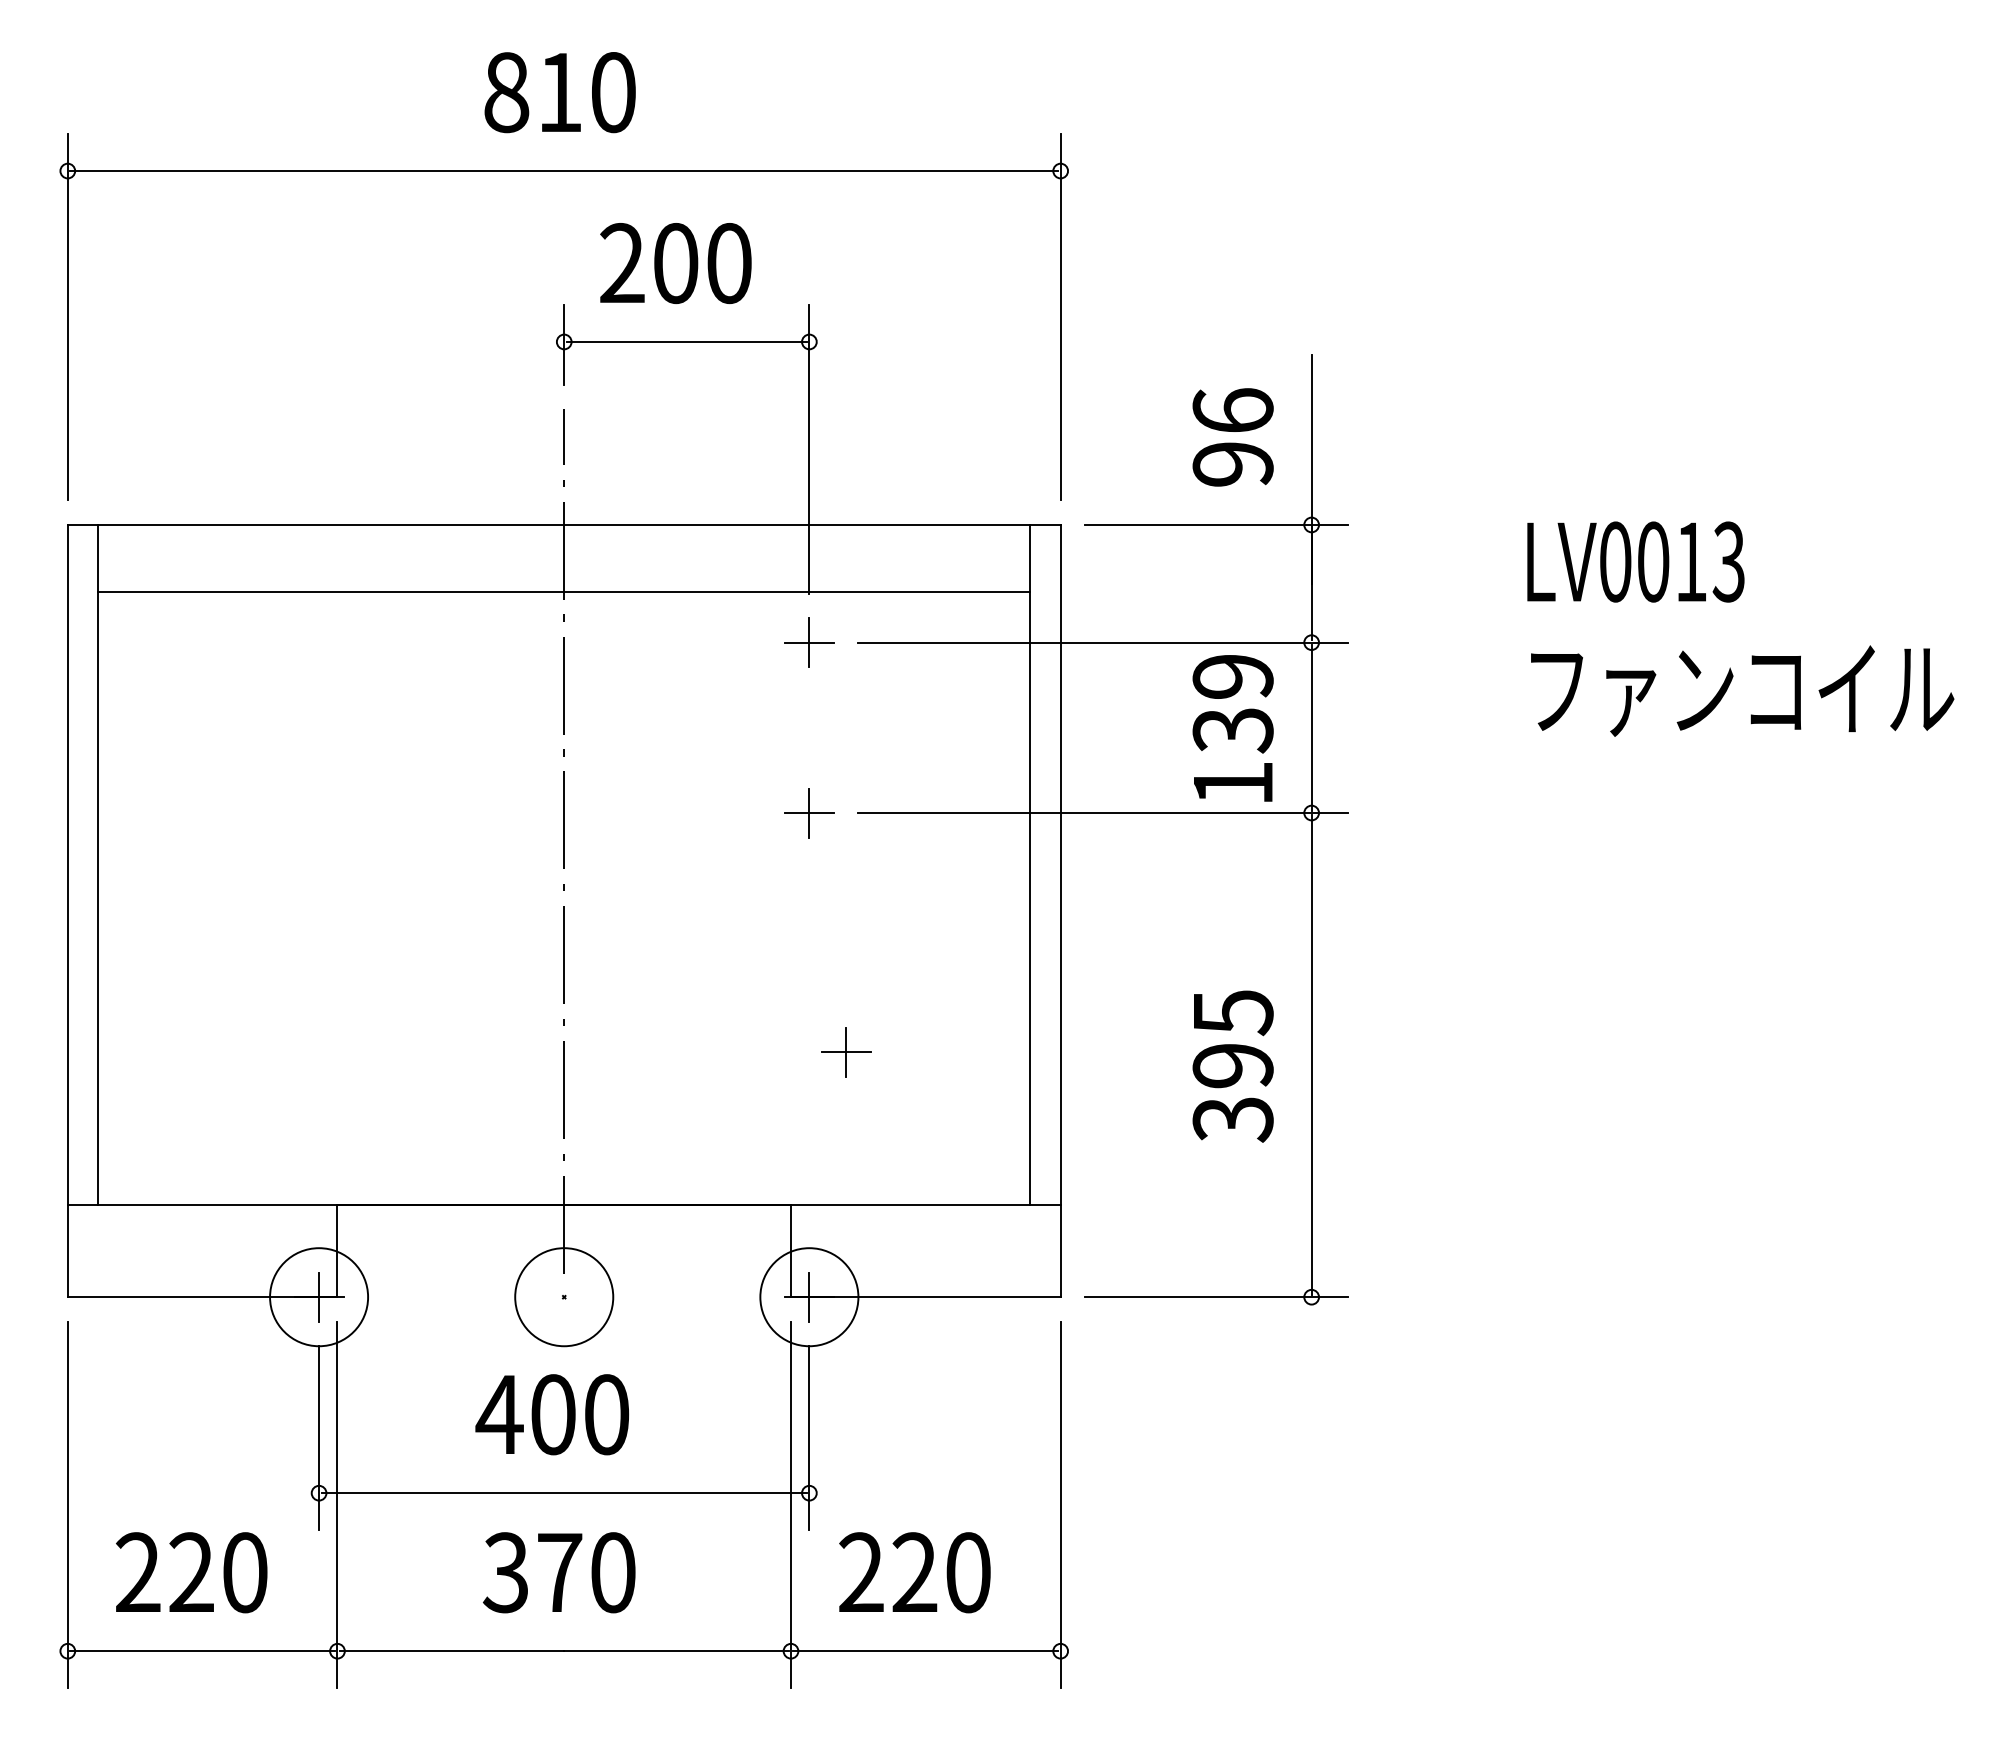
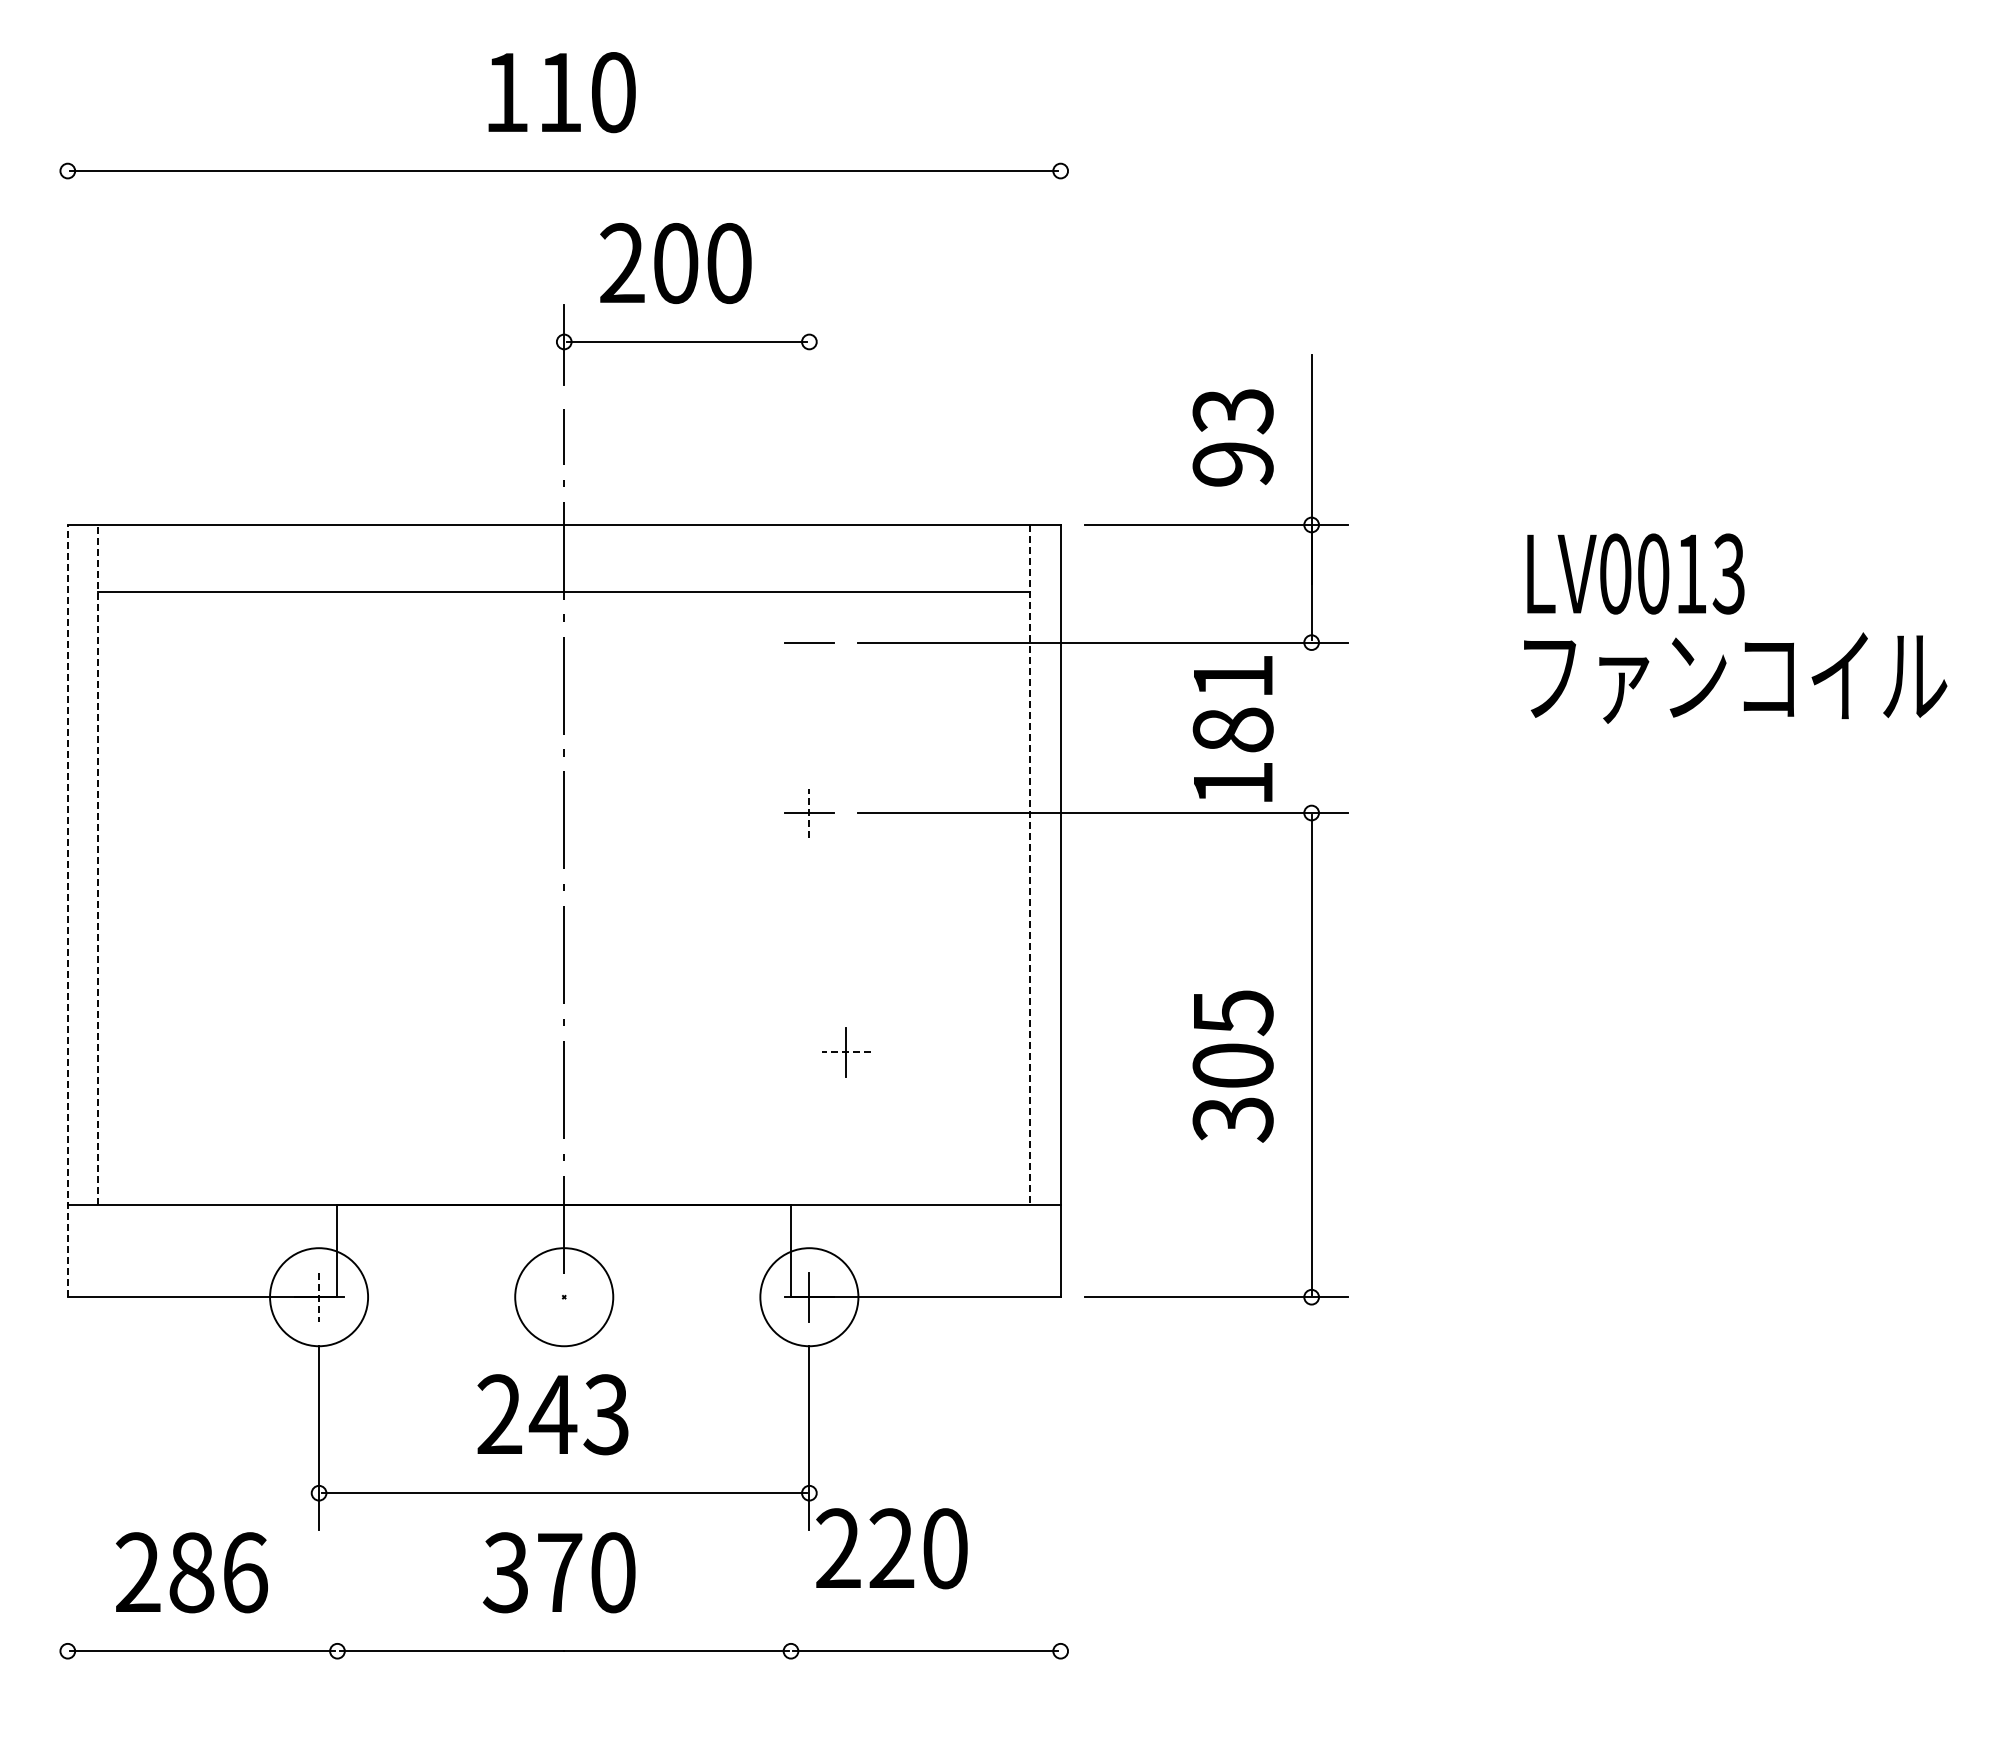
text at (506, 92): 810 -> 110
line at (67, 317): present -> none
line at (1060, 317): present -> none
text at (1232, 411): 96 -> 93
line at (809, 449): present -> none
text at (1635, 561) position: (1635, 561) -> (1635, 573)
line at (809, 642): present -> none
text at (1742, 690) position: (1742, 690) -> (1735, 677)
text at (1232, 704): 139 -> 181
line at (1311, 727): present -> none
line at (809, 813): solid -> dashed
line at (98, 864): solid -> dashed
line at (1030, 865): solid -> dashed
line at (67, 910): solid -> dashed
line at (846, 1052): solid -> dashed
text at (1232, 1065): 395 -> 305
line at (319, 1297): solid -> dashed
text at (552, 1414): 400 -> 243
line at (67, 1504): present -> none
line at (337, 1504): present -> none
line at (791, 1504): present -> none
line at (1060, 1504): present -> none
text at (218, 1572): 220 -> 286
text at (914, 1572) position: (914, 1572) -> (891, 1548)
